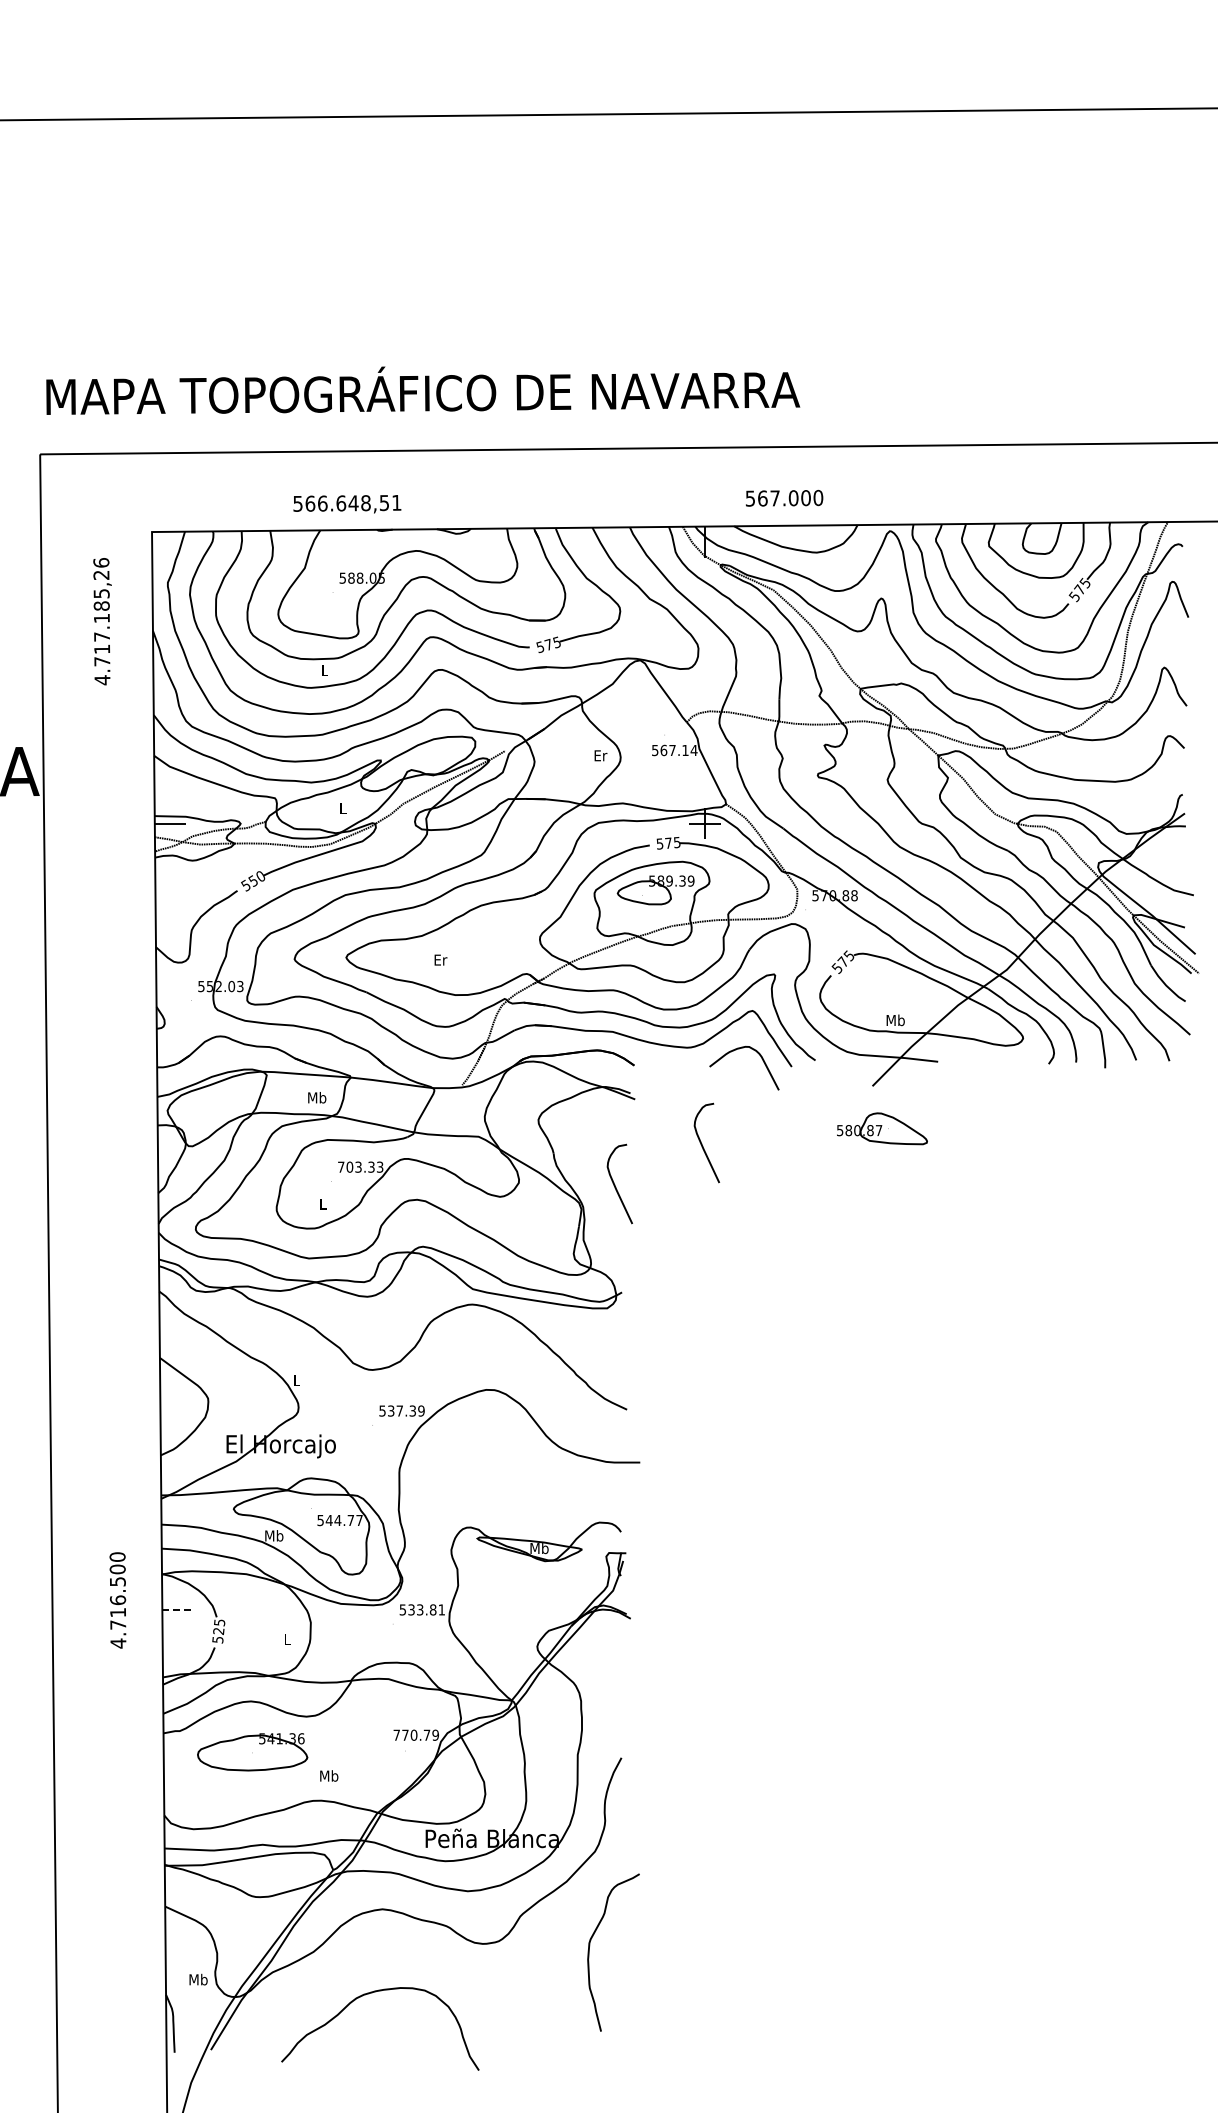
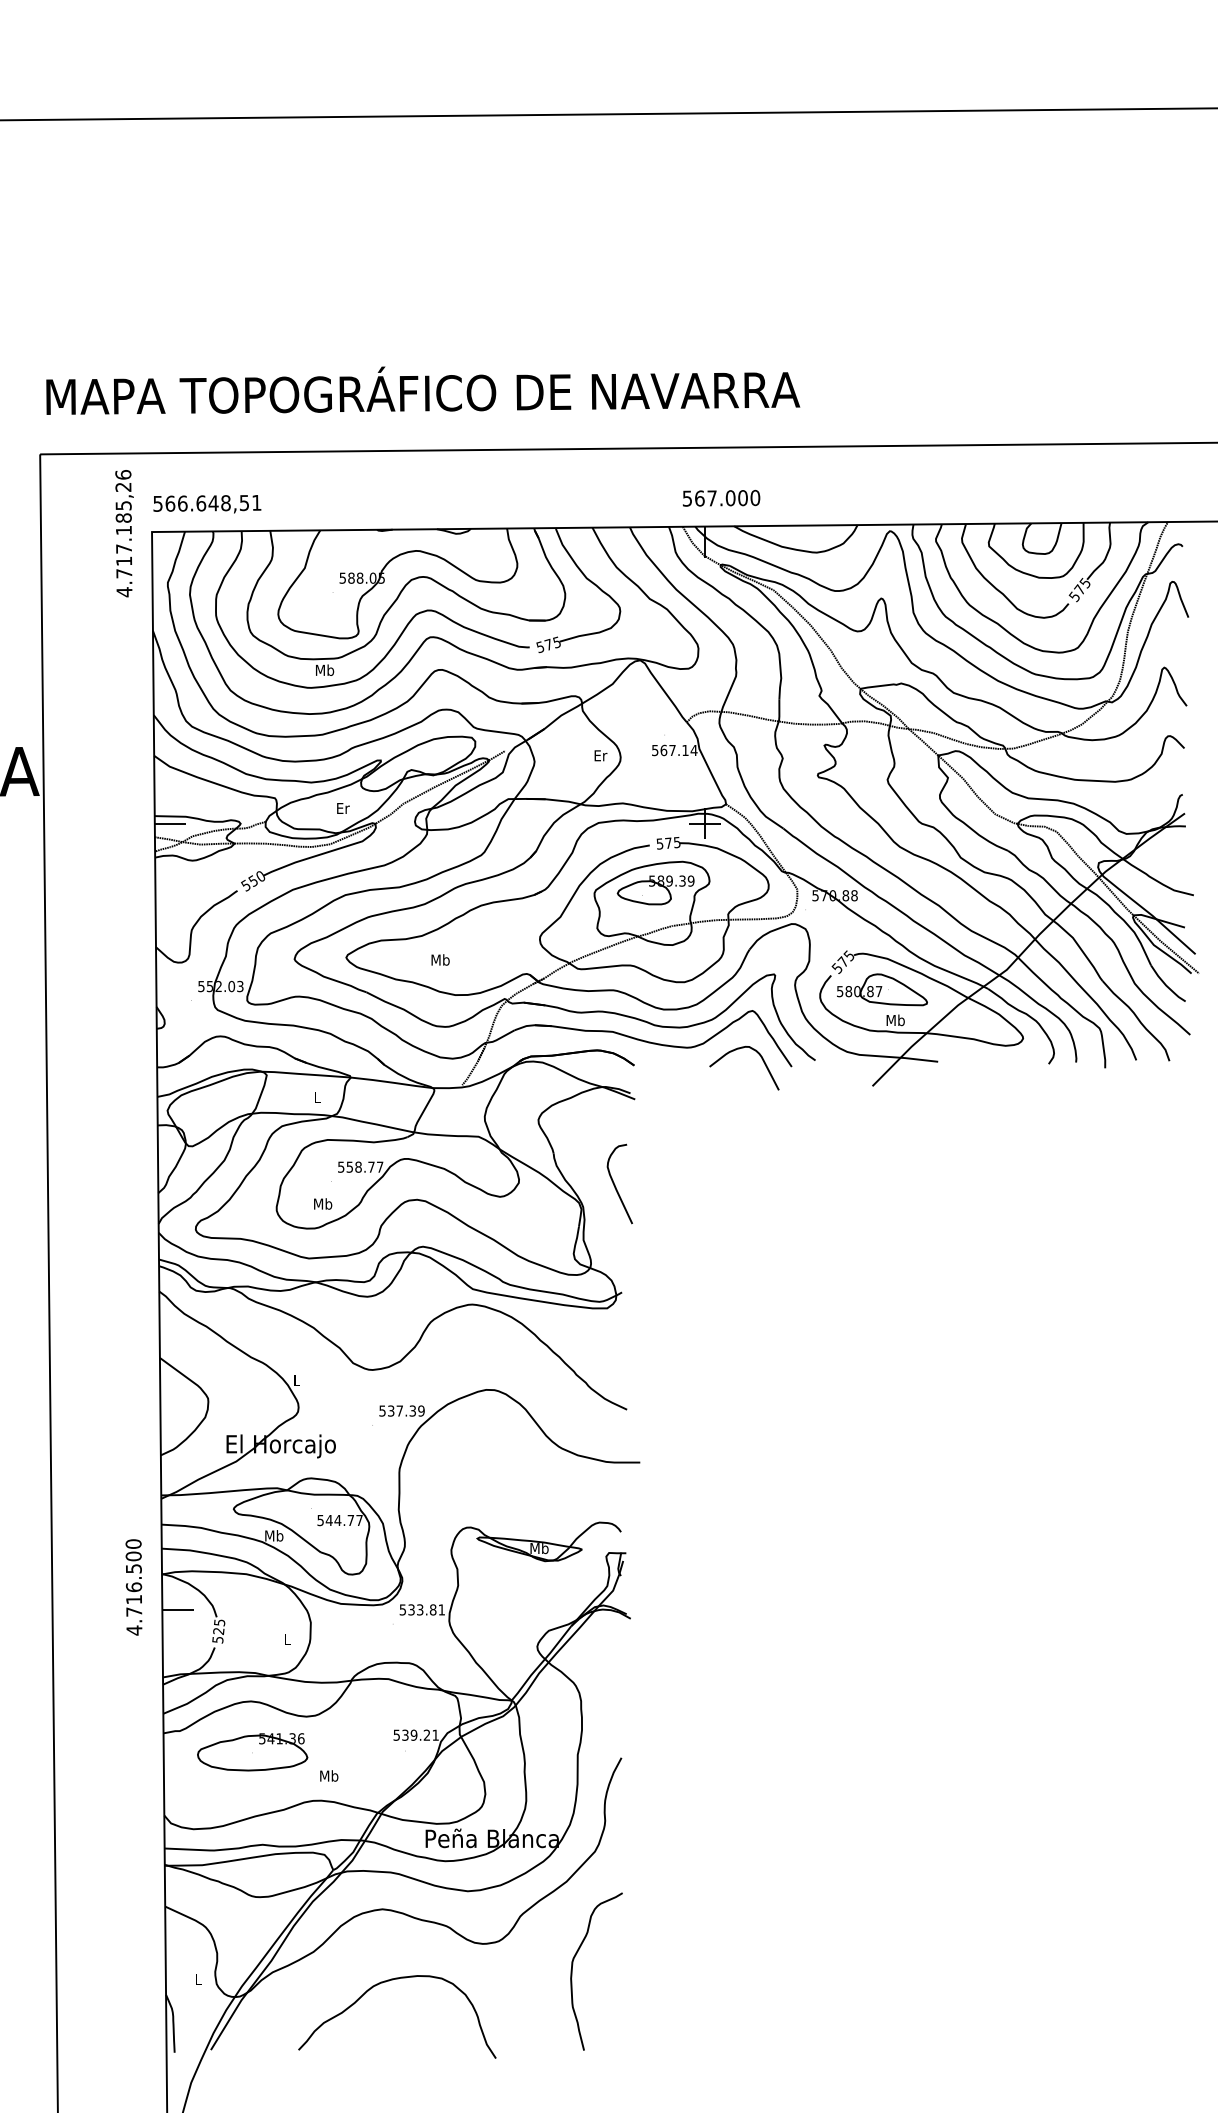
text at (784, 497) position: (784, 497) -> (721, 497)
text at (347, 504) position: (347, 504) -> (207, 504)
text at (102, 621) position: (102, 621) -> (124, 533)
text at (325, 669): L -> Mb
text at (343, 808): L -> Er
text at (440, 959): Er -> Mb
text at (317, 1097): Mb -> L
part at (882, 1128) position: (882, 1128) -> (882, 989)
curve at (702, 1143): present -> none
text at (360, 1166): 703.33 -> 558.77
text at (323, 1203): L -> Mb
text at (117, 1600) position: (117, 1600) -> (133, 1587)
line at (178, 1610): dashed -> solid
text at (415, 1734): 770.79 -> 539.21
curve at (589, 1952) position: (589, 1952) -> (572, 1971)
text at (198, 1979): Mb -> L
curve at (372, 1993) position: (372, 1993) -> (389, 1981)
